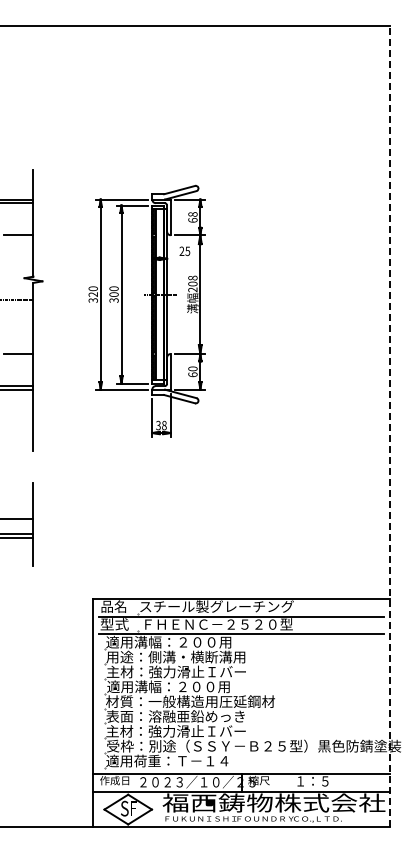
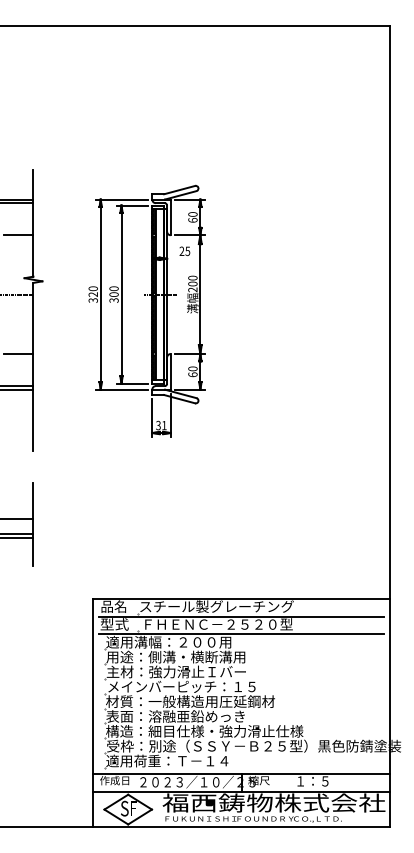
text at (193, 214): 68 -> 60
text at (193, 277): 208 -> 200
line at (17, 299) position: (17, 299) -> (17, 294)
text at (164, 425): 38 -> 31
line at (390, 426): dashed -> solid
text at (181, 686): 適用溝幅：２００用 -> メインバーピッチ：１５
text at (204, 731): 主材：強力滑止Ｉバー -> 構造：細目仕様・強力滑止仕様
